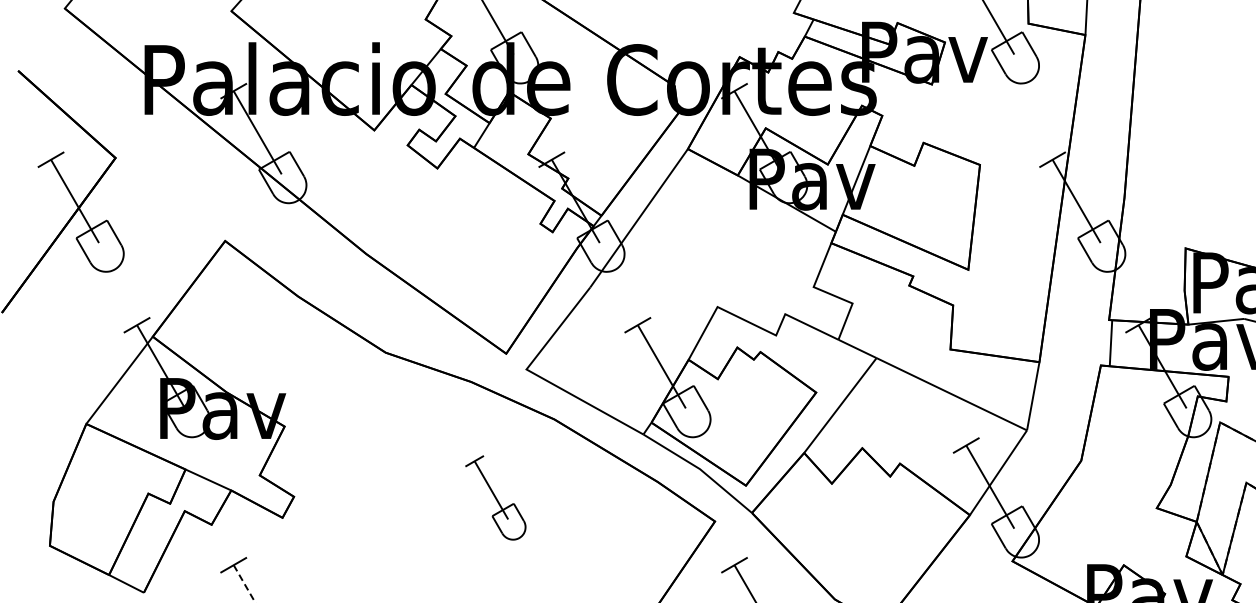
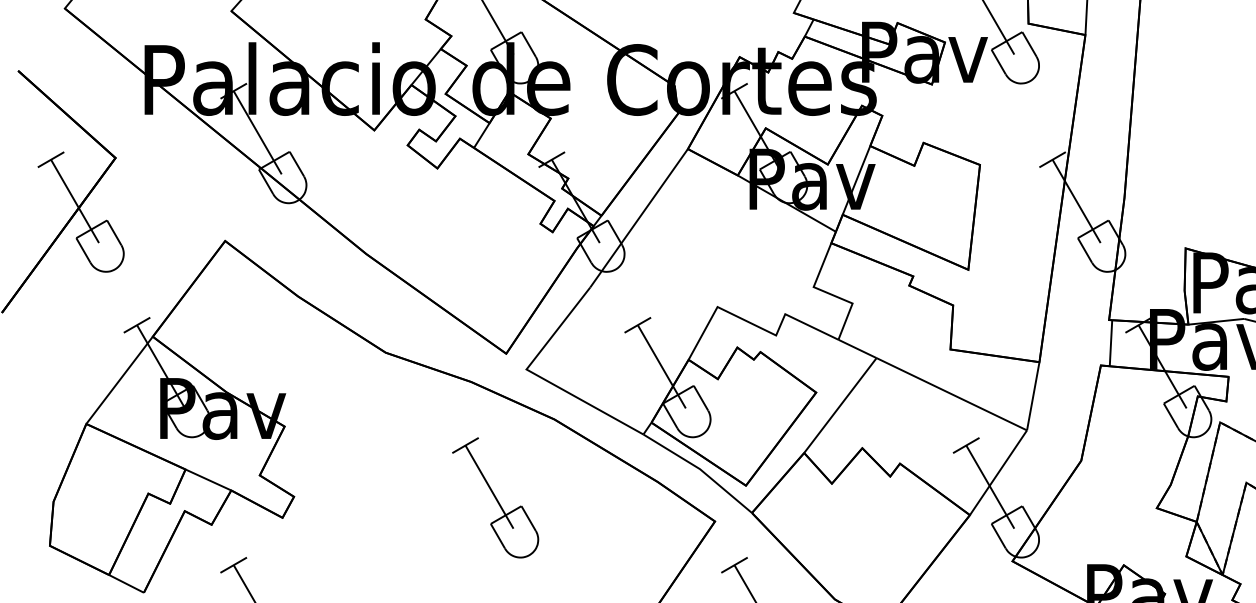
part at (495, 497) size: 62x86 px -> 88x122 px
line at (244, 584): dashed -> solid
